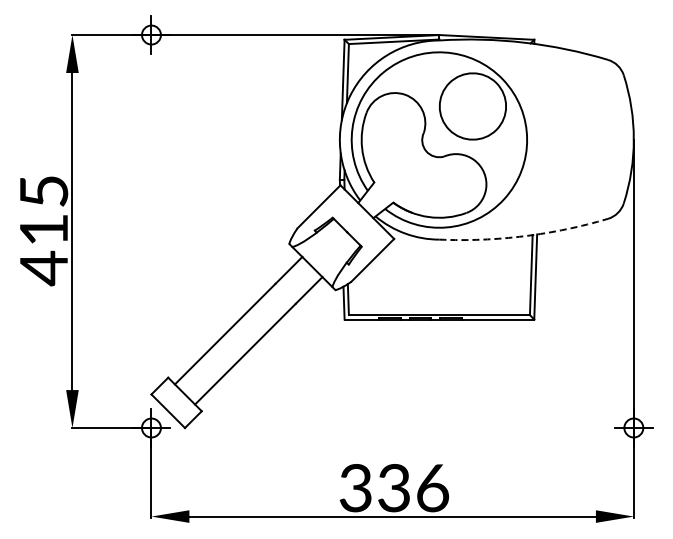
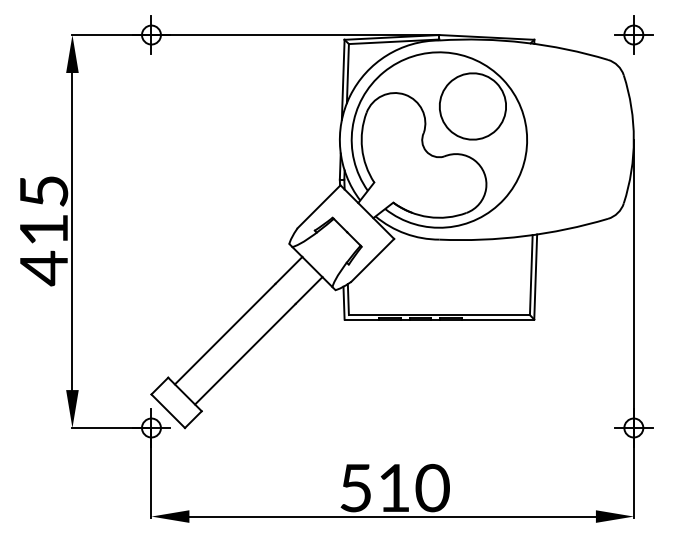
part at (633, 34): none -> present
arc at (524, 236): dashed -> solid
text at (394, 488): 336 -> 510
